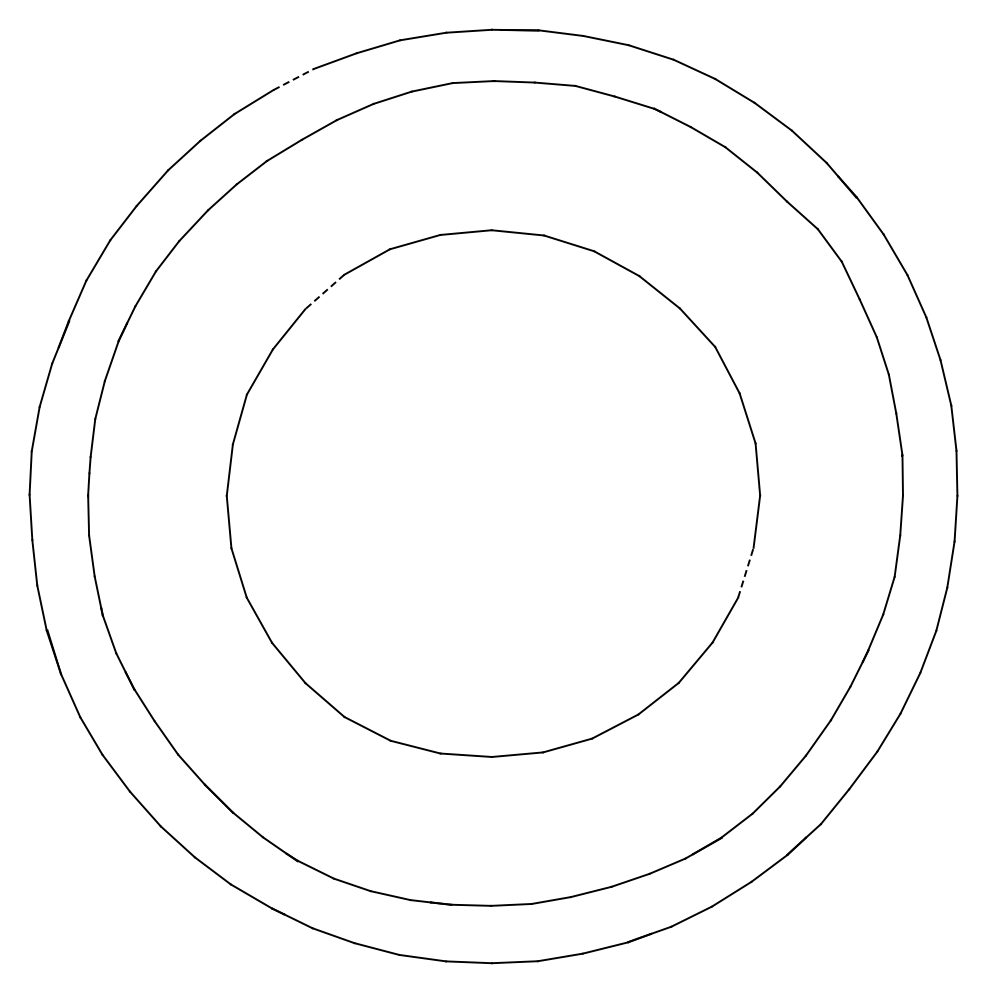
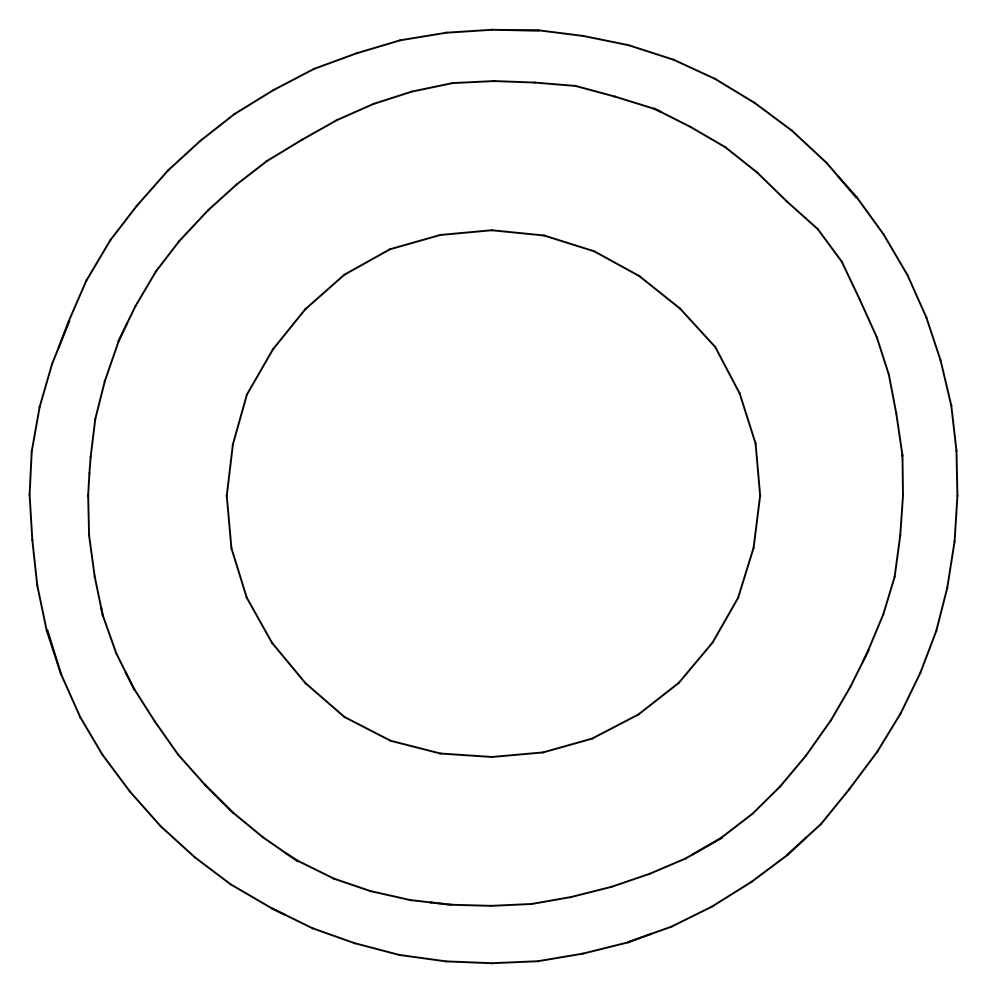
line at (293, 79): dashed -> solid
line at (324, 292): dashed -> solid
line at (745, 572): dashed -> solid
